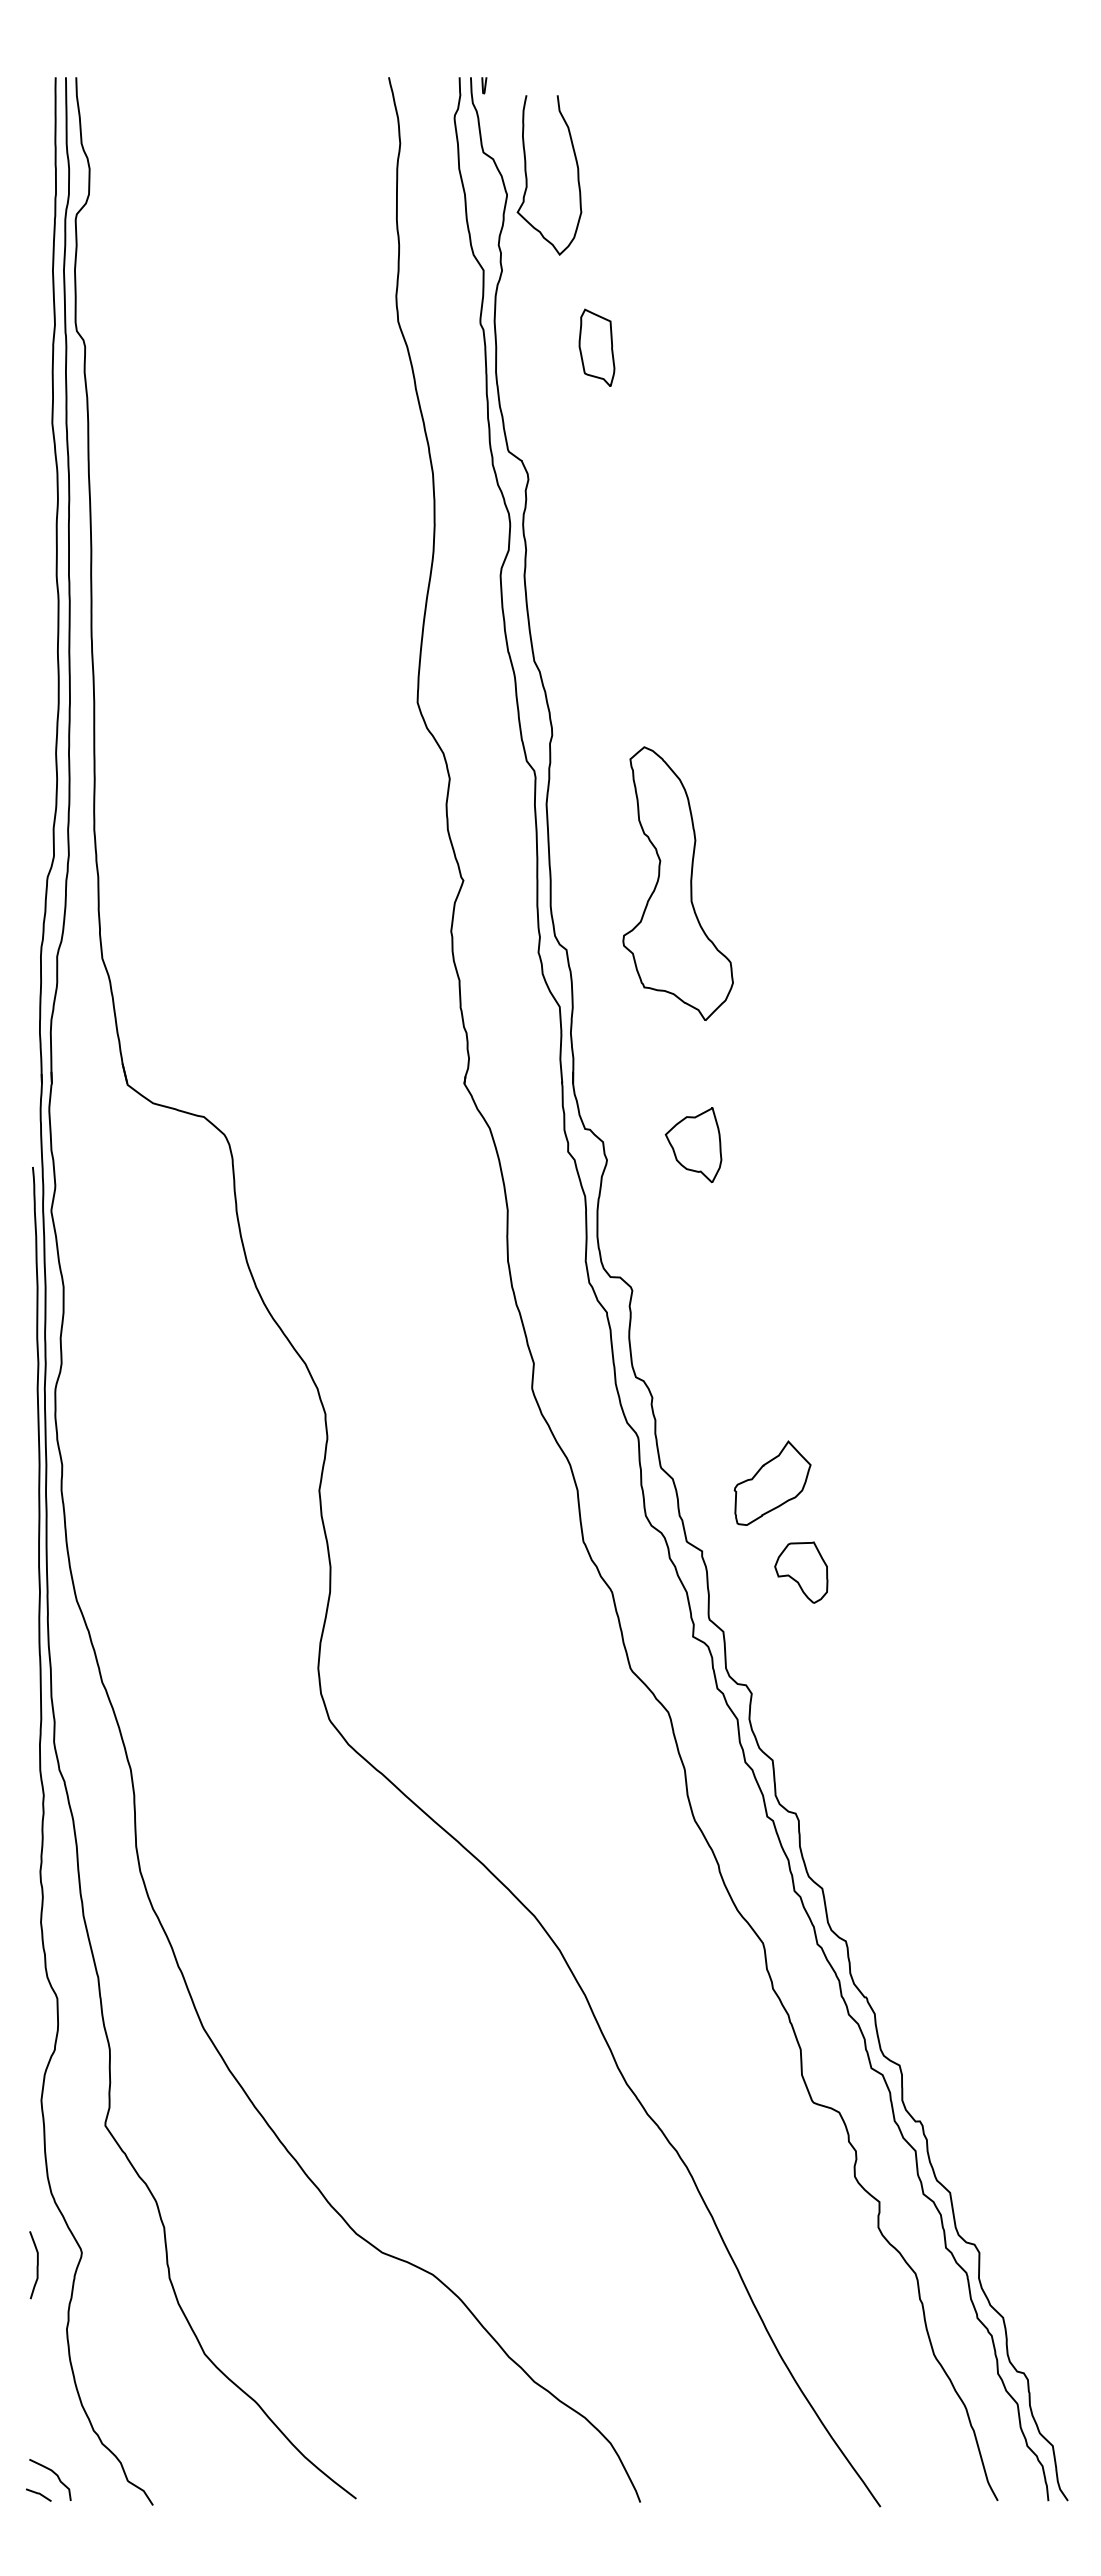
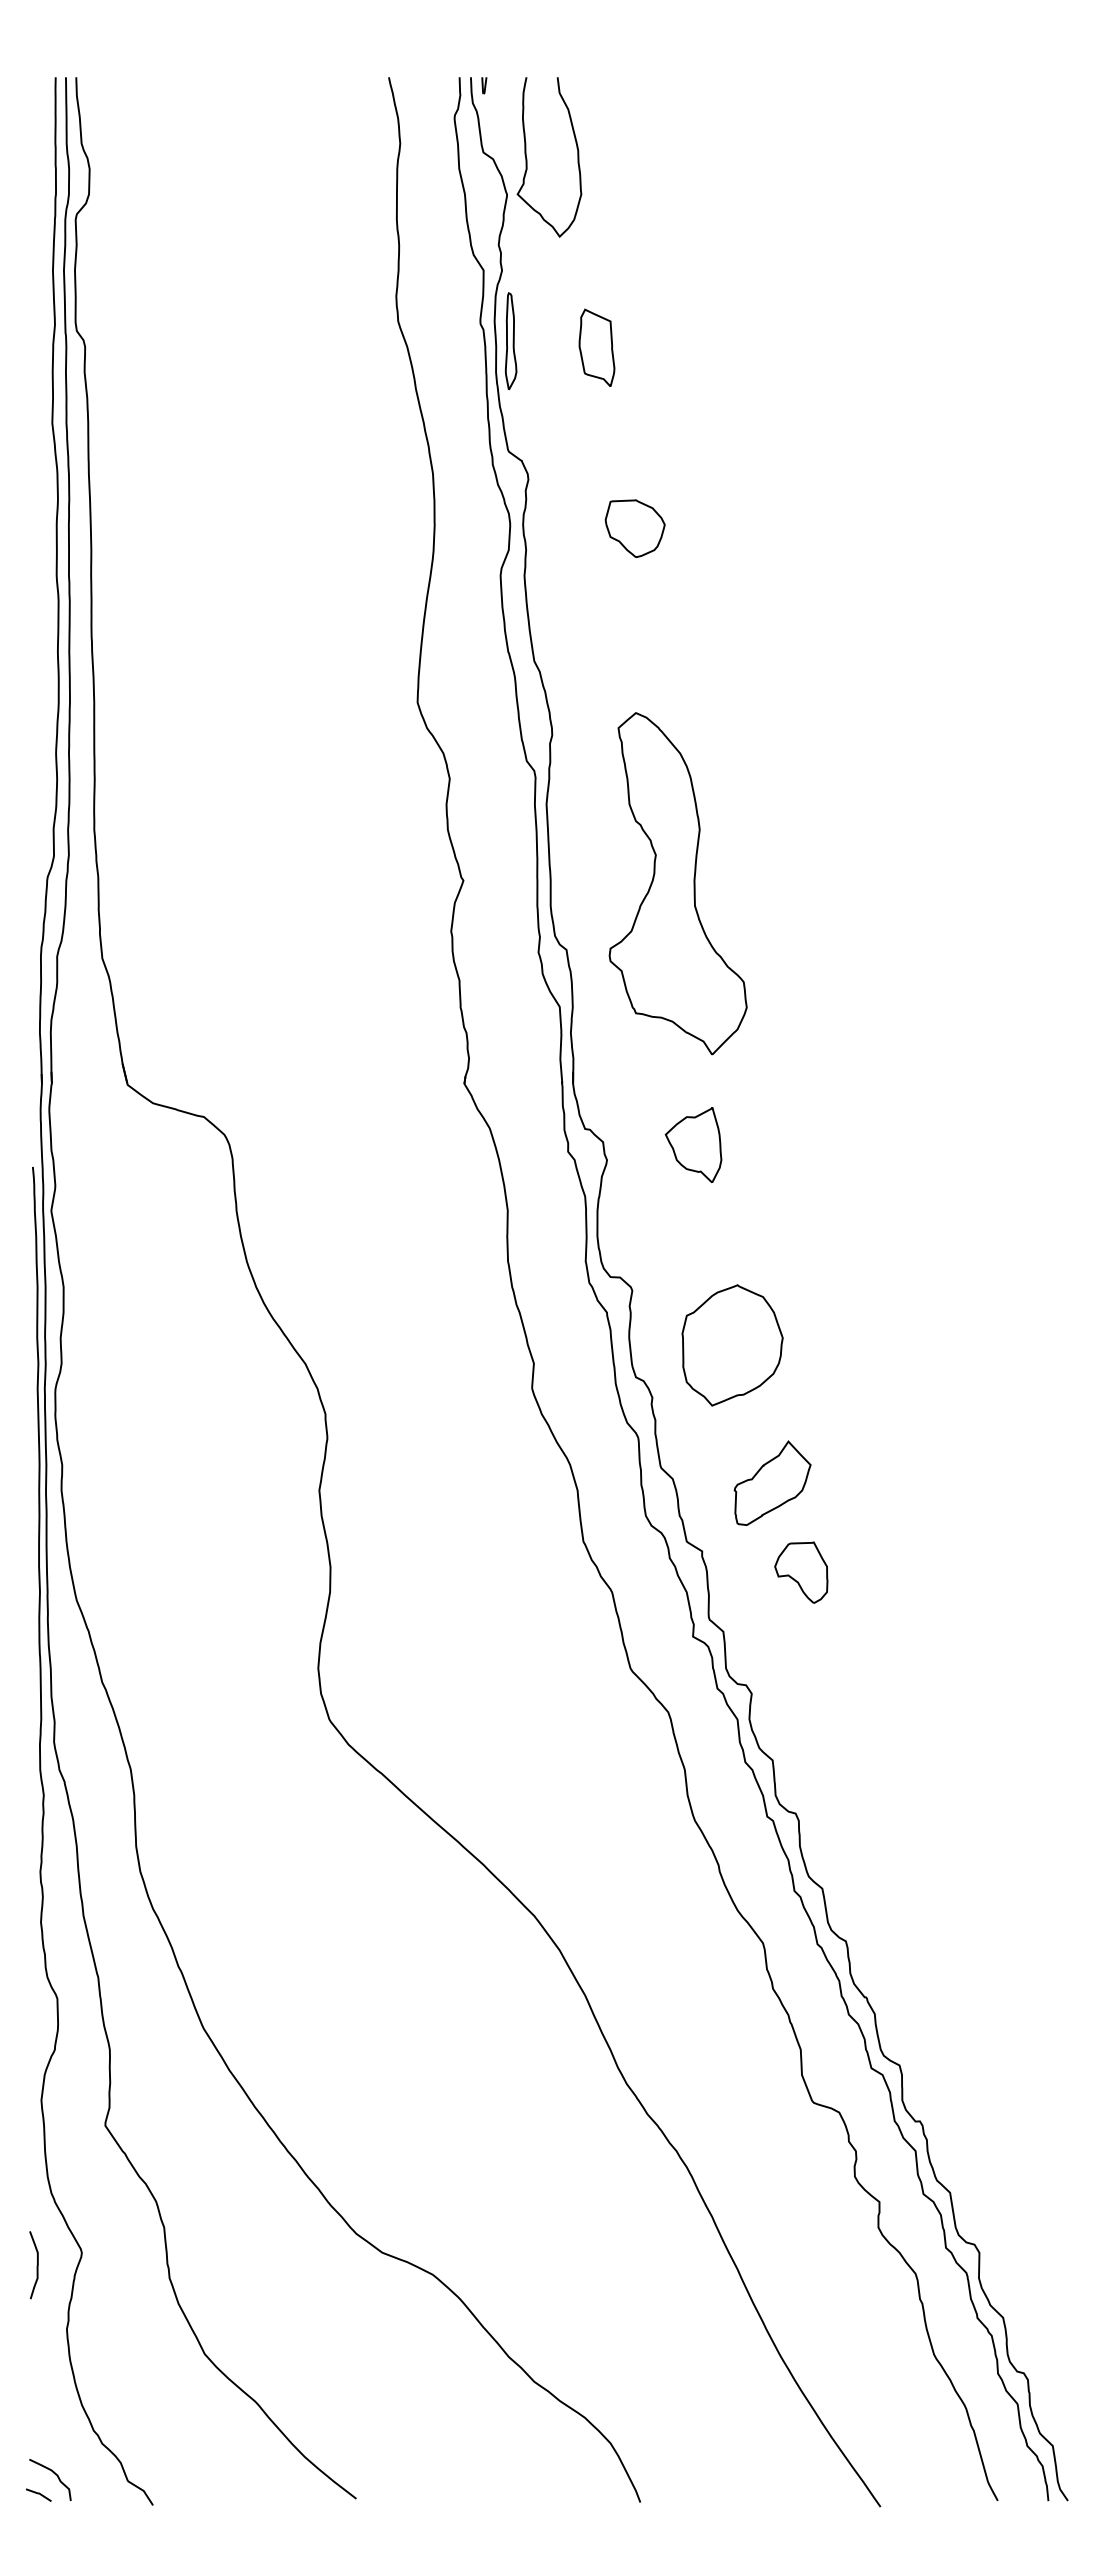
curve at (527, 176) position: (527, 176) -> (527, 158)
part at (511, 341): none -> present
part at (634, 528): none -> present
part at (677, 883) size: 112x275 px -> 140x344 px
part at (732, 1345): none -> present
